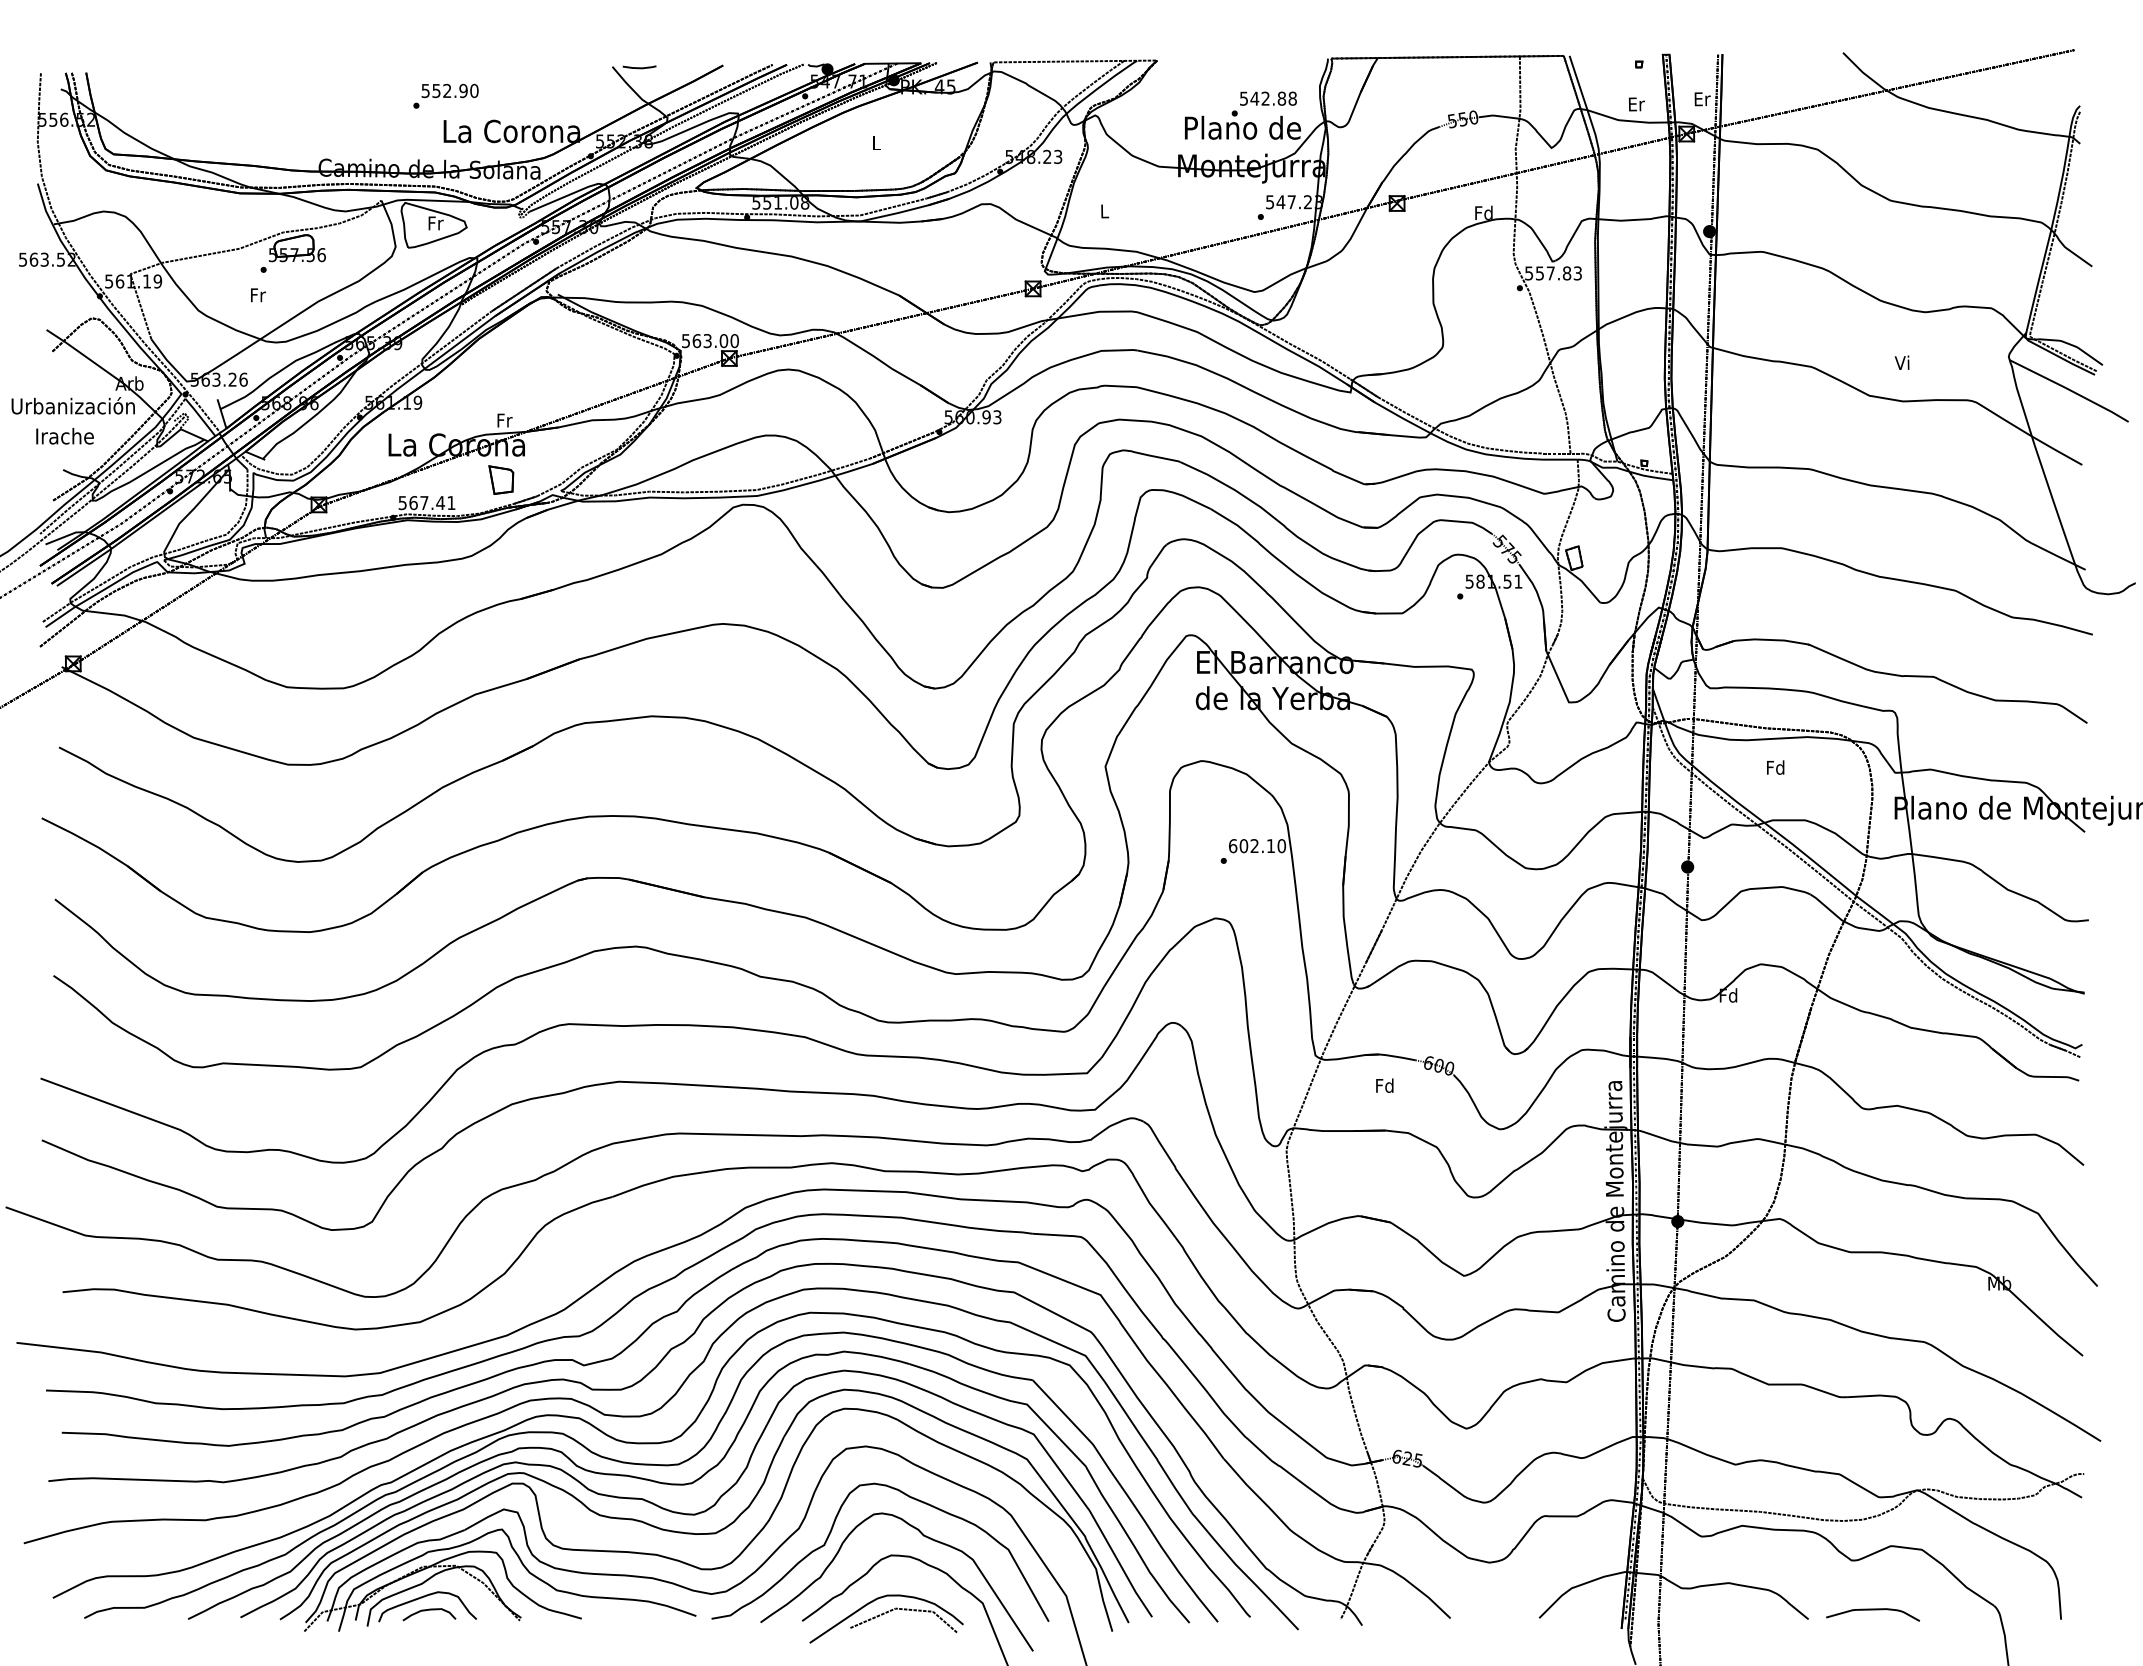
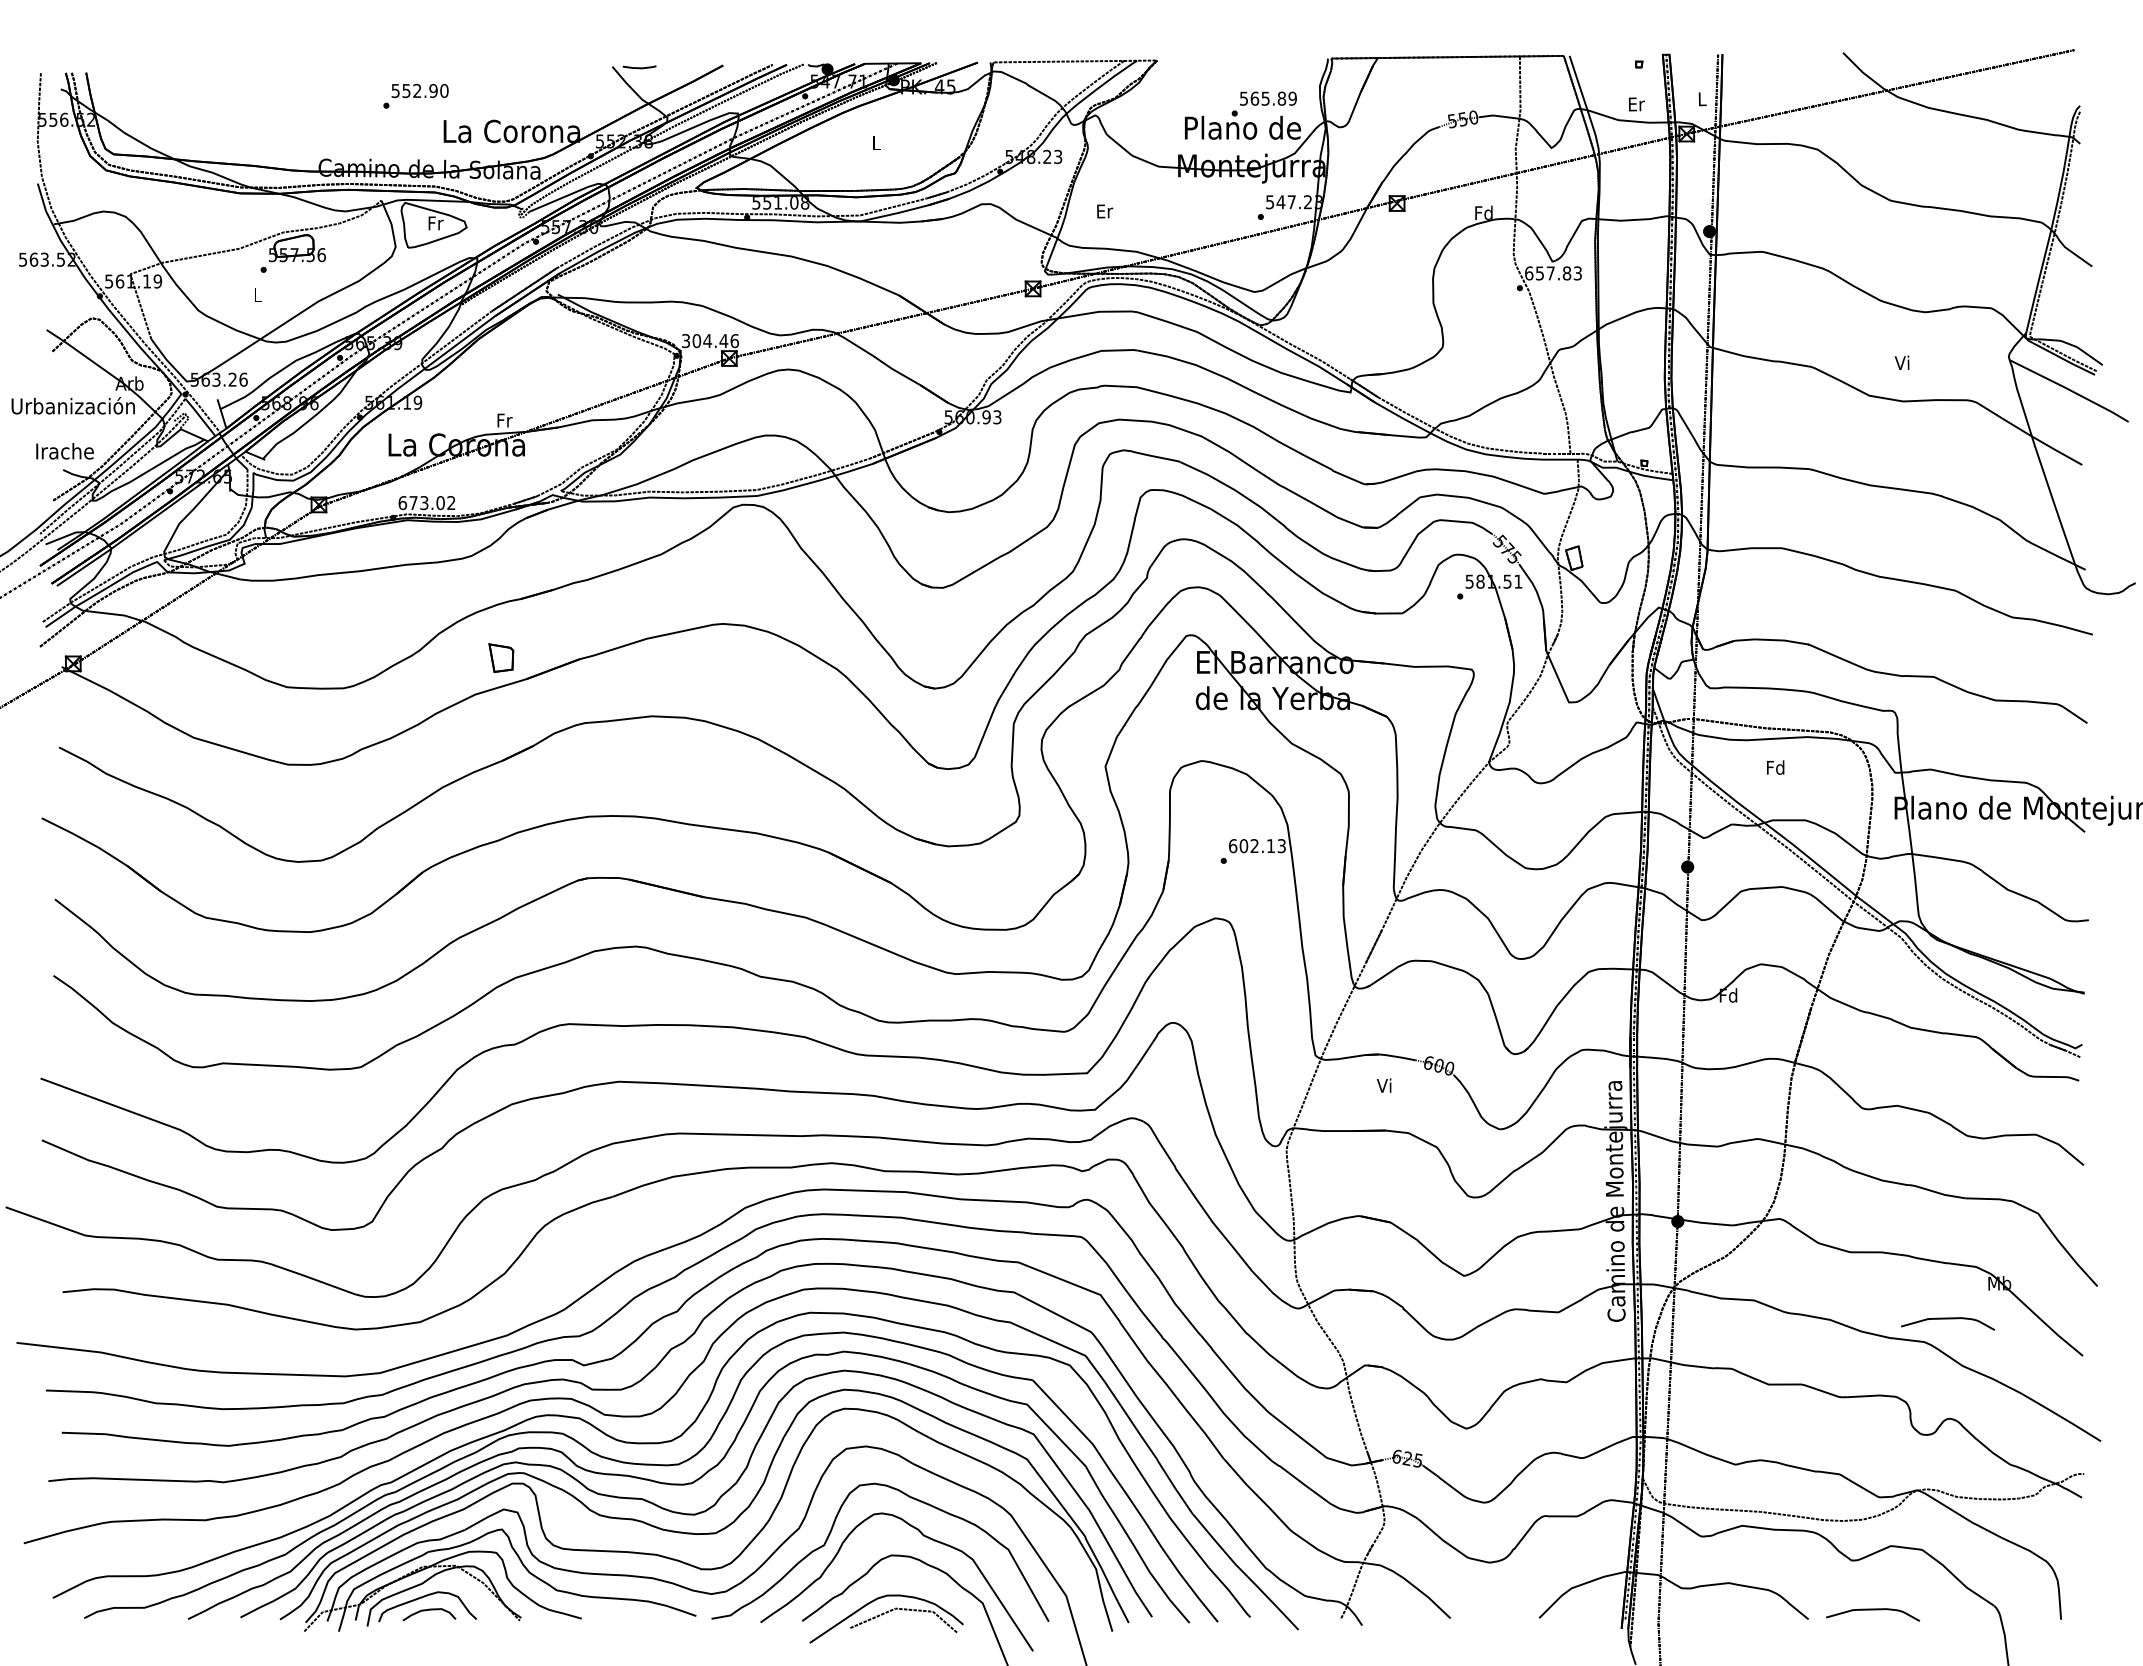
text at (445, 95) position: (445, 95) -> (415, 95)
text at (1273, 98): 542.88 -> 565.89
text at (1702, 99): Er -> L
text at (1105, 211): L -> Er
text at (1529, 273): 557.83 -> 657.83
text at (258, 295): Fr -> L
text at (710, 341): 563.00 -> 304.46
text at (64, 436) position: (64, 436) -> (64, 451)
part at (501, 479) position: (501, 479) -> (501, 657)
text at (426, 503): 567.41 -> 673.02
text at (1281, 846): 602.10 -> 602.13
text at (1384, 1085): Fd -> Vi
curve at (1948, 1319): none -> present
